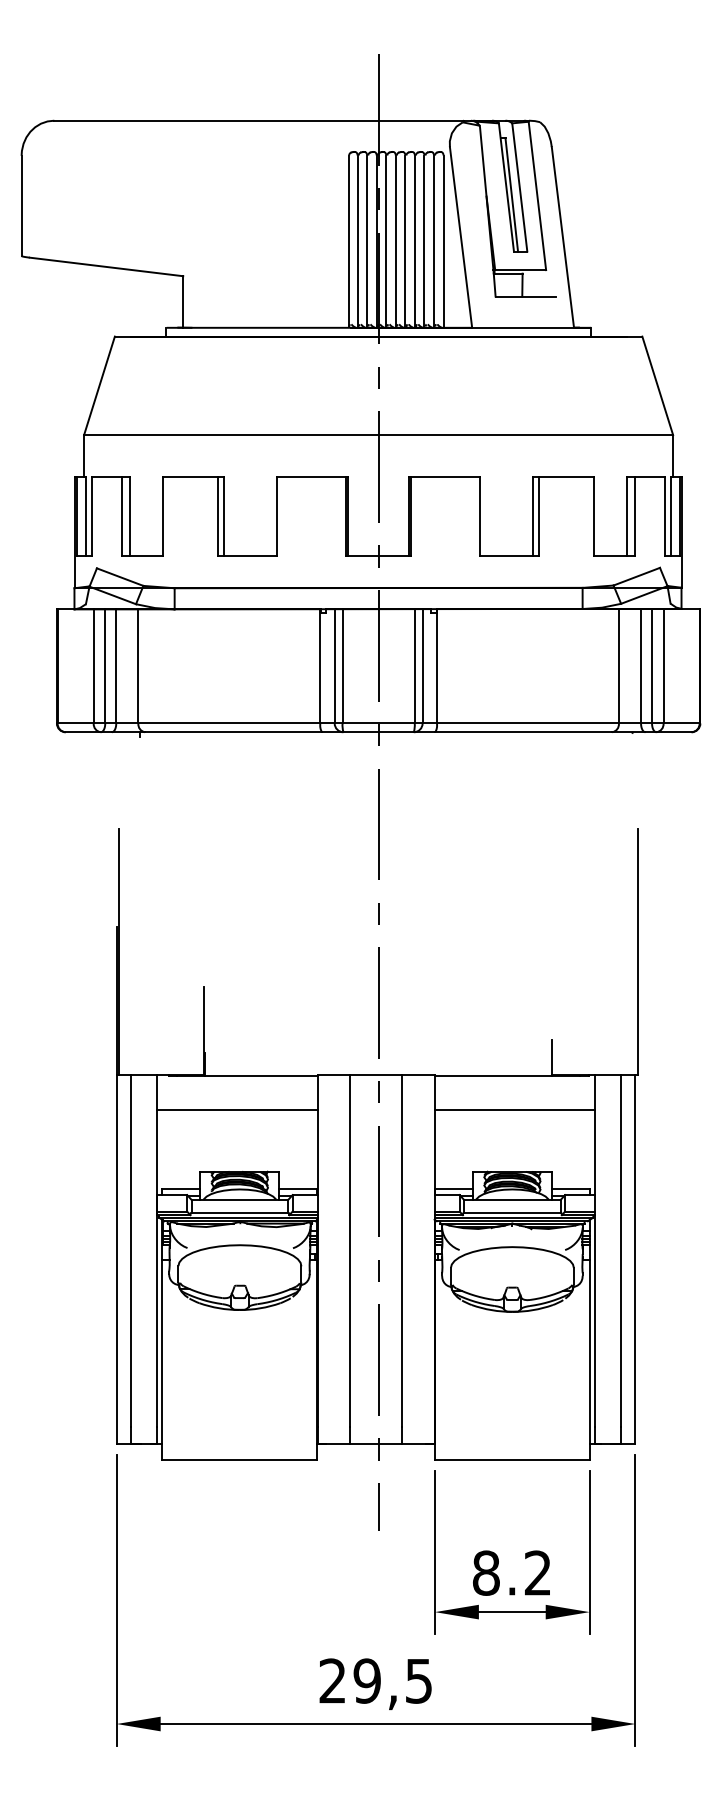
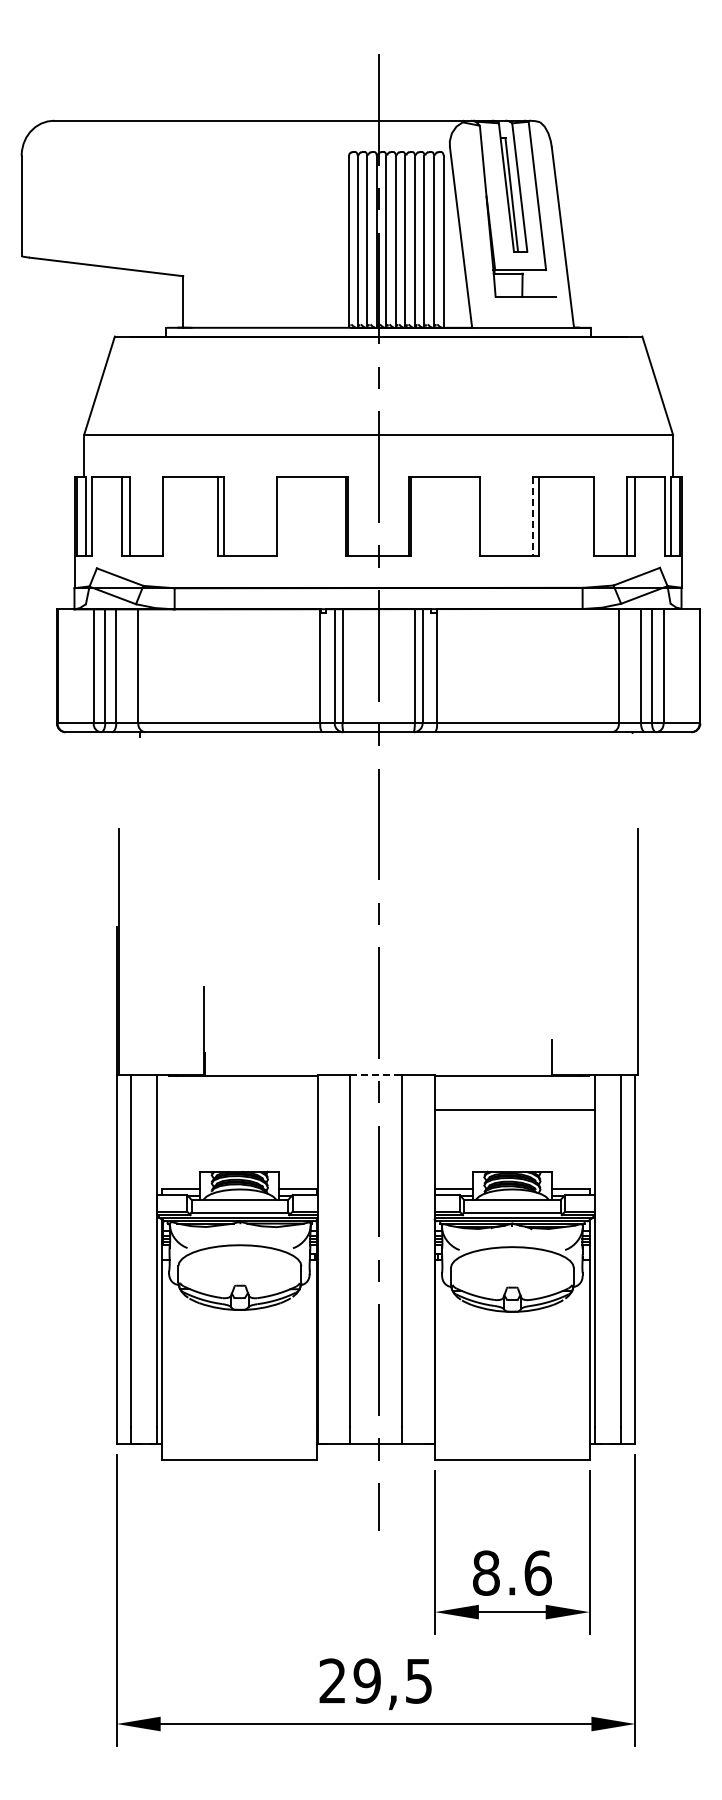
line at (533, 516): solid -> dashed
line at (376, 1075): solid -> dashed
line at (237, 1110): present -> none
text at (537, 1572): 8.2 -> 8.6
